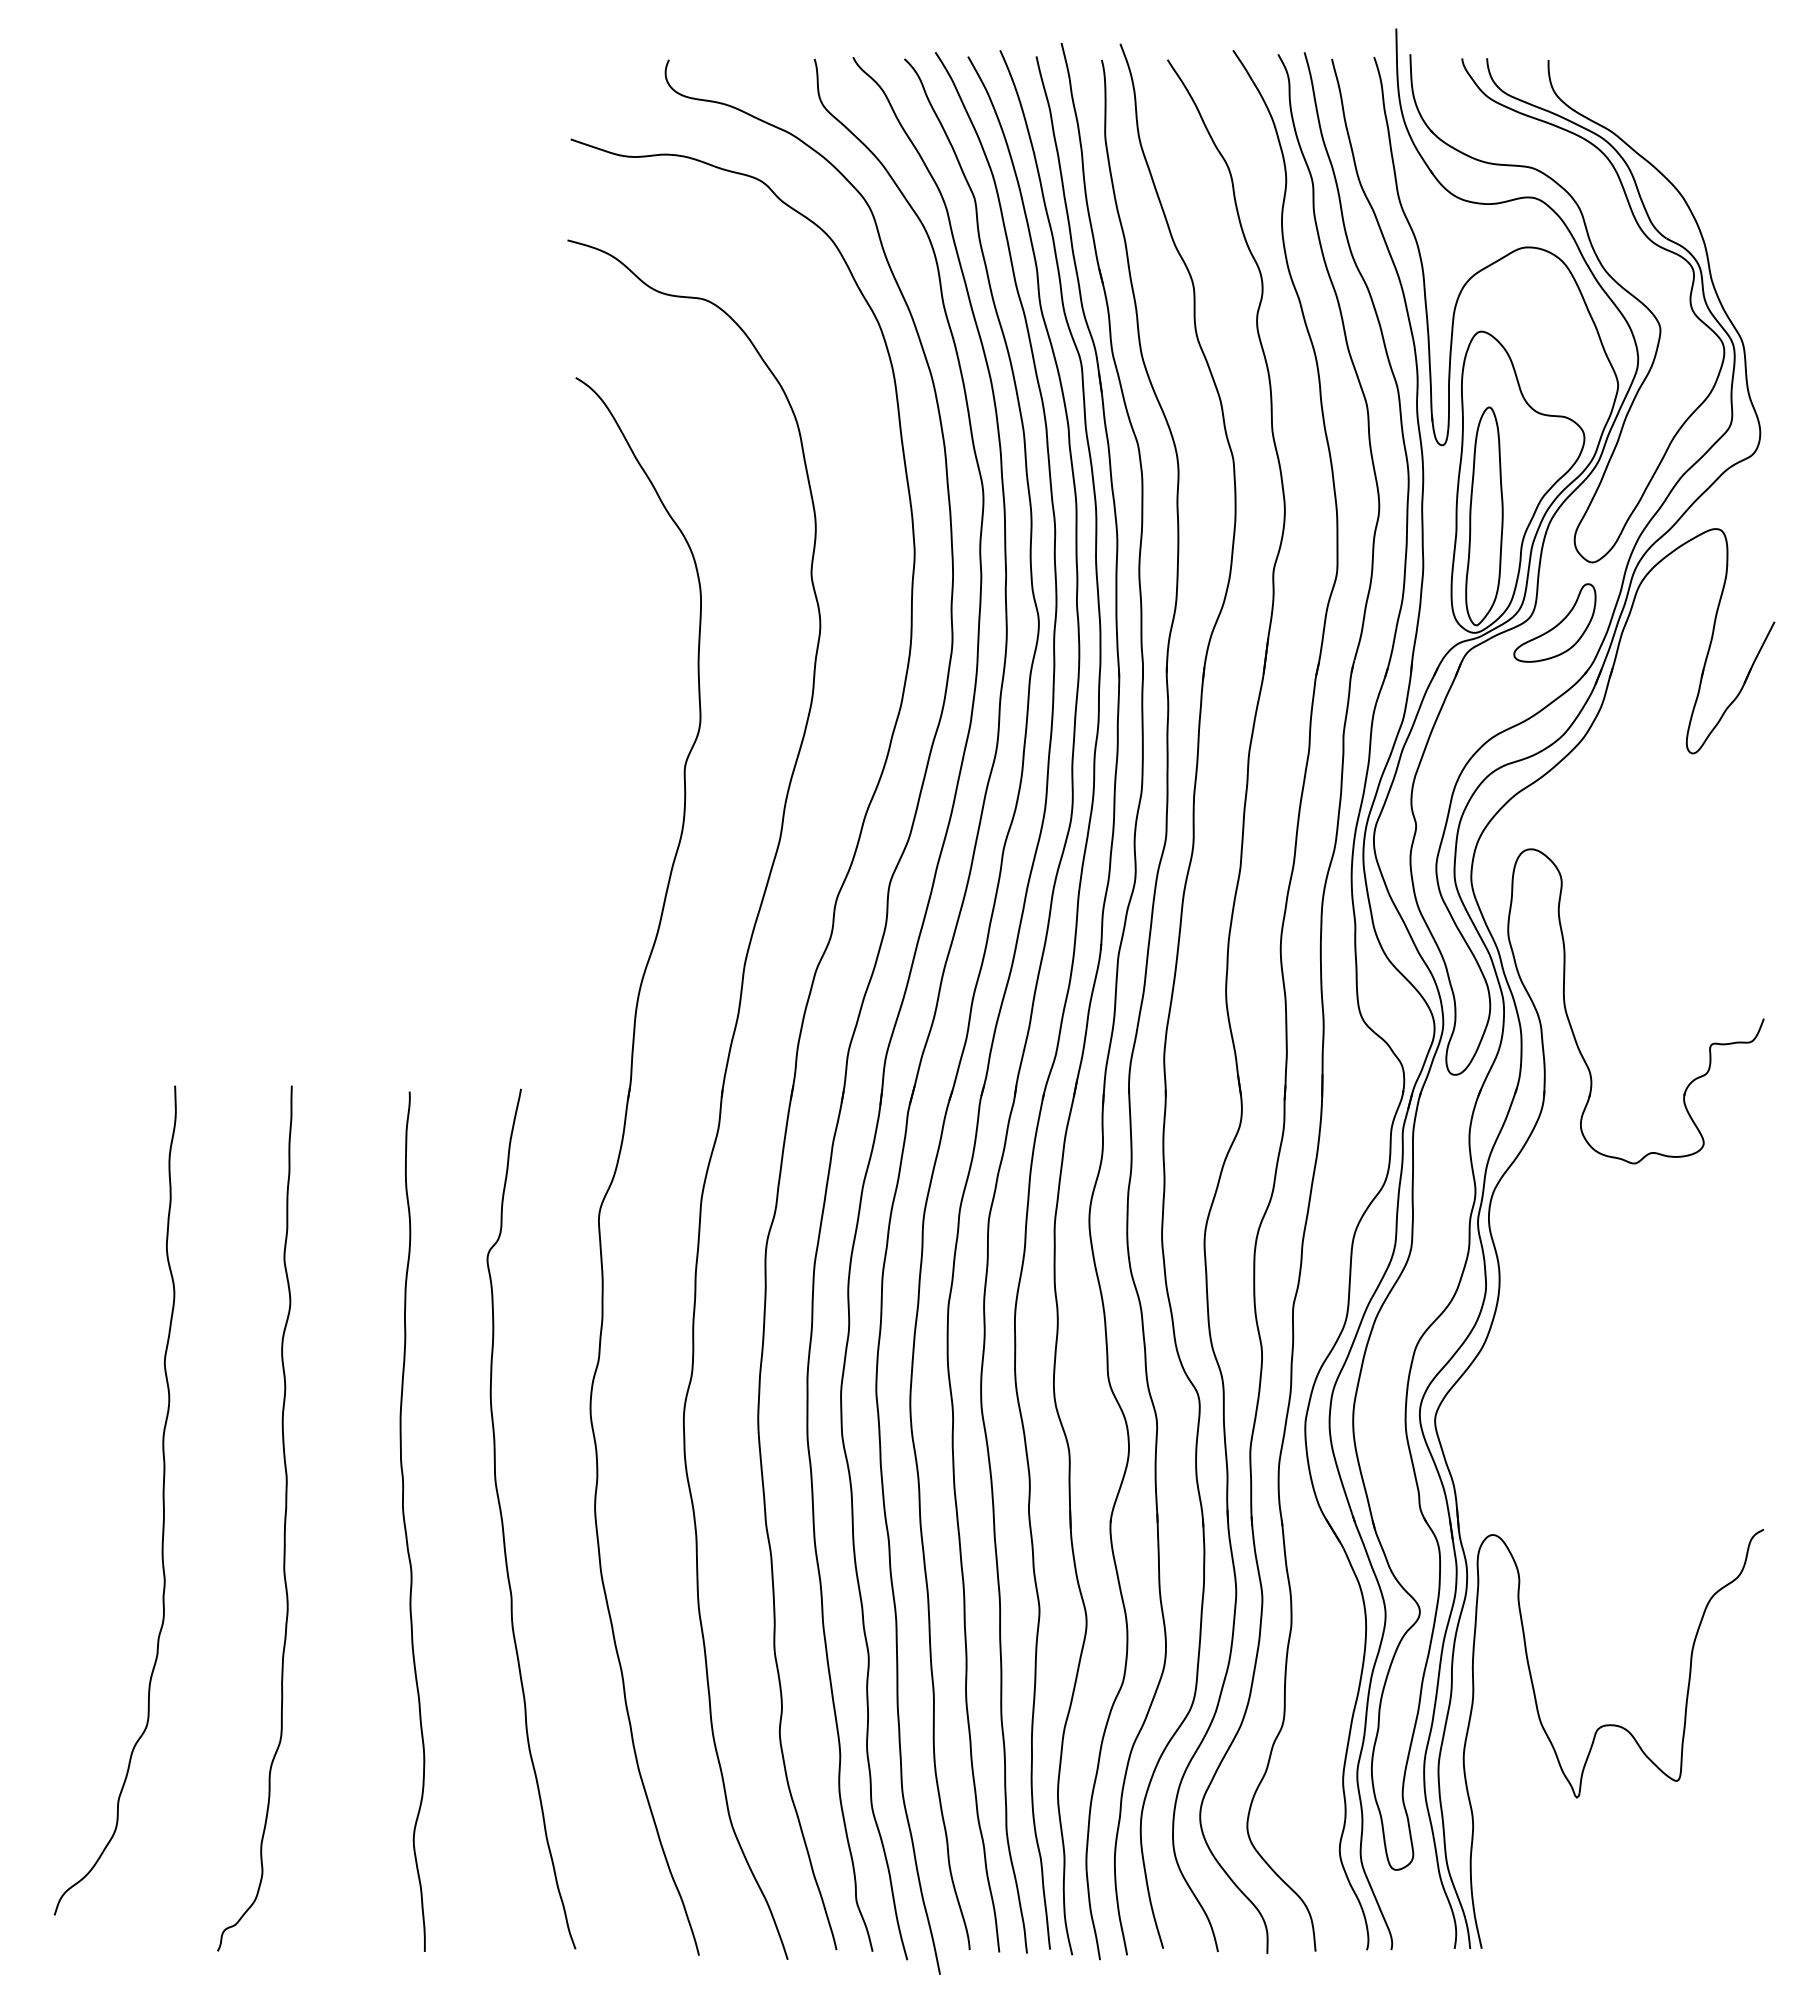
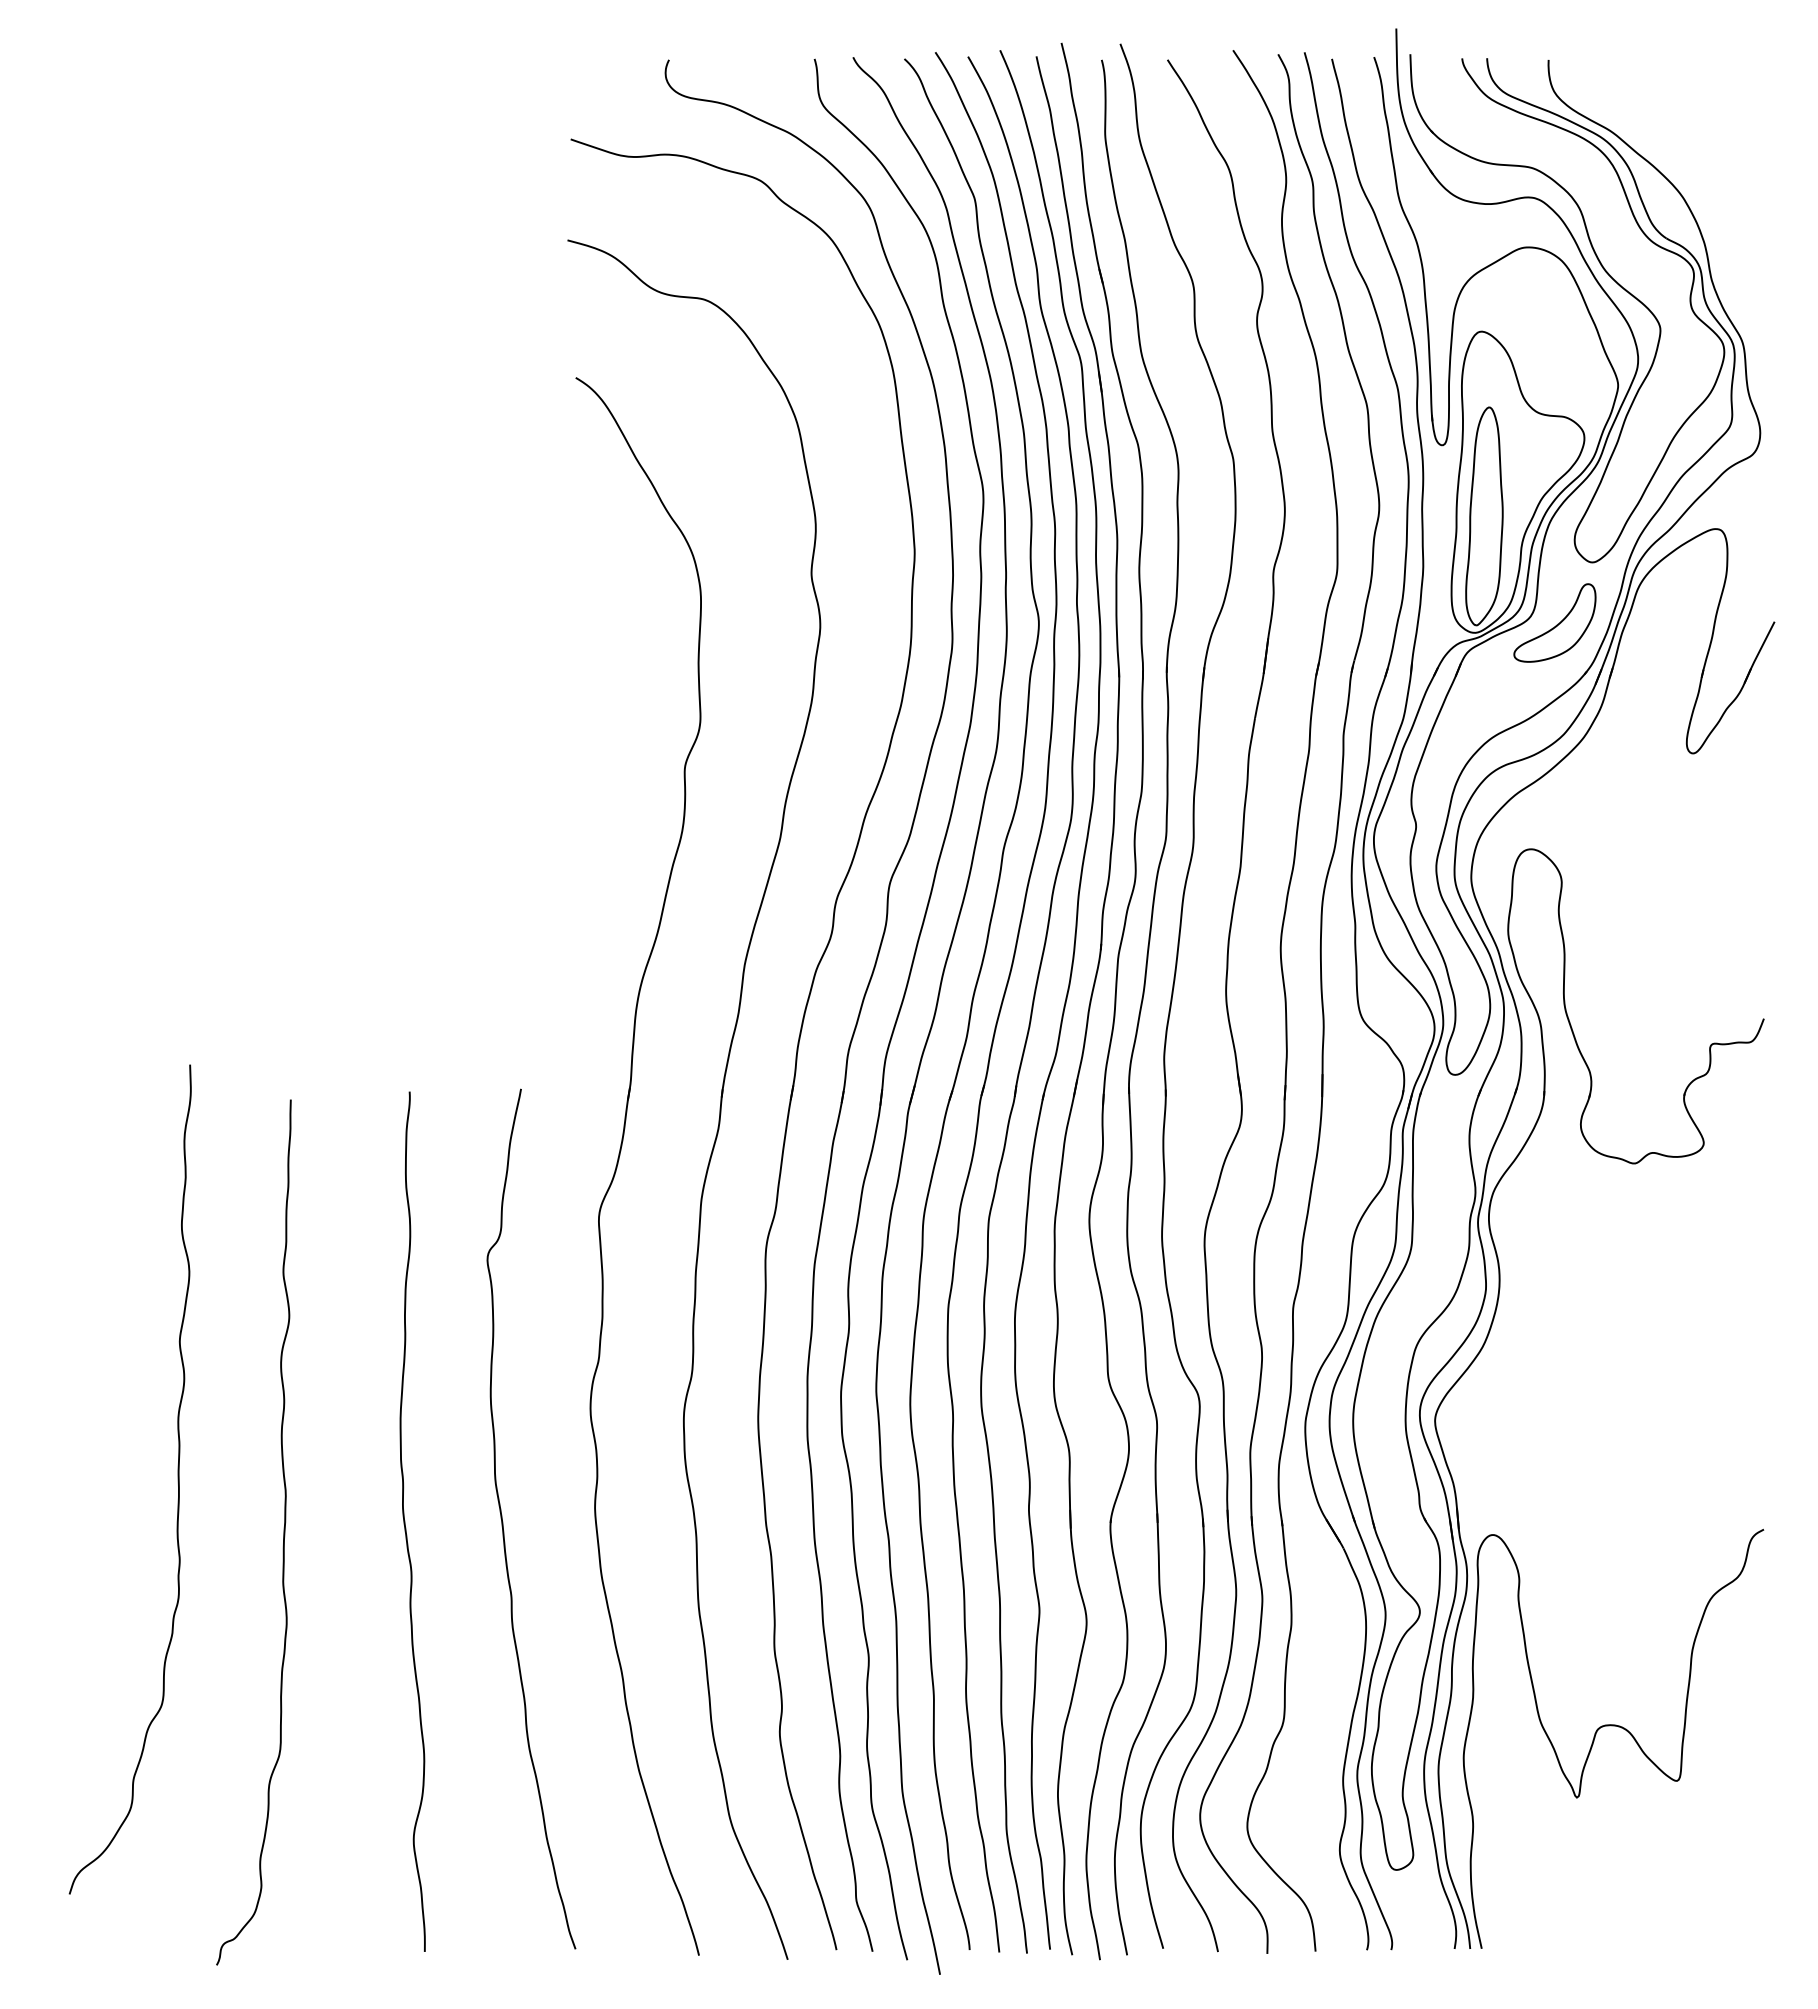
curve at (162, 1500) position: (162, 1500) -> (177, 1479)
curve at (284, 1518) position: (284, 1518) -> (283, 1532)
